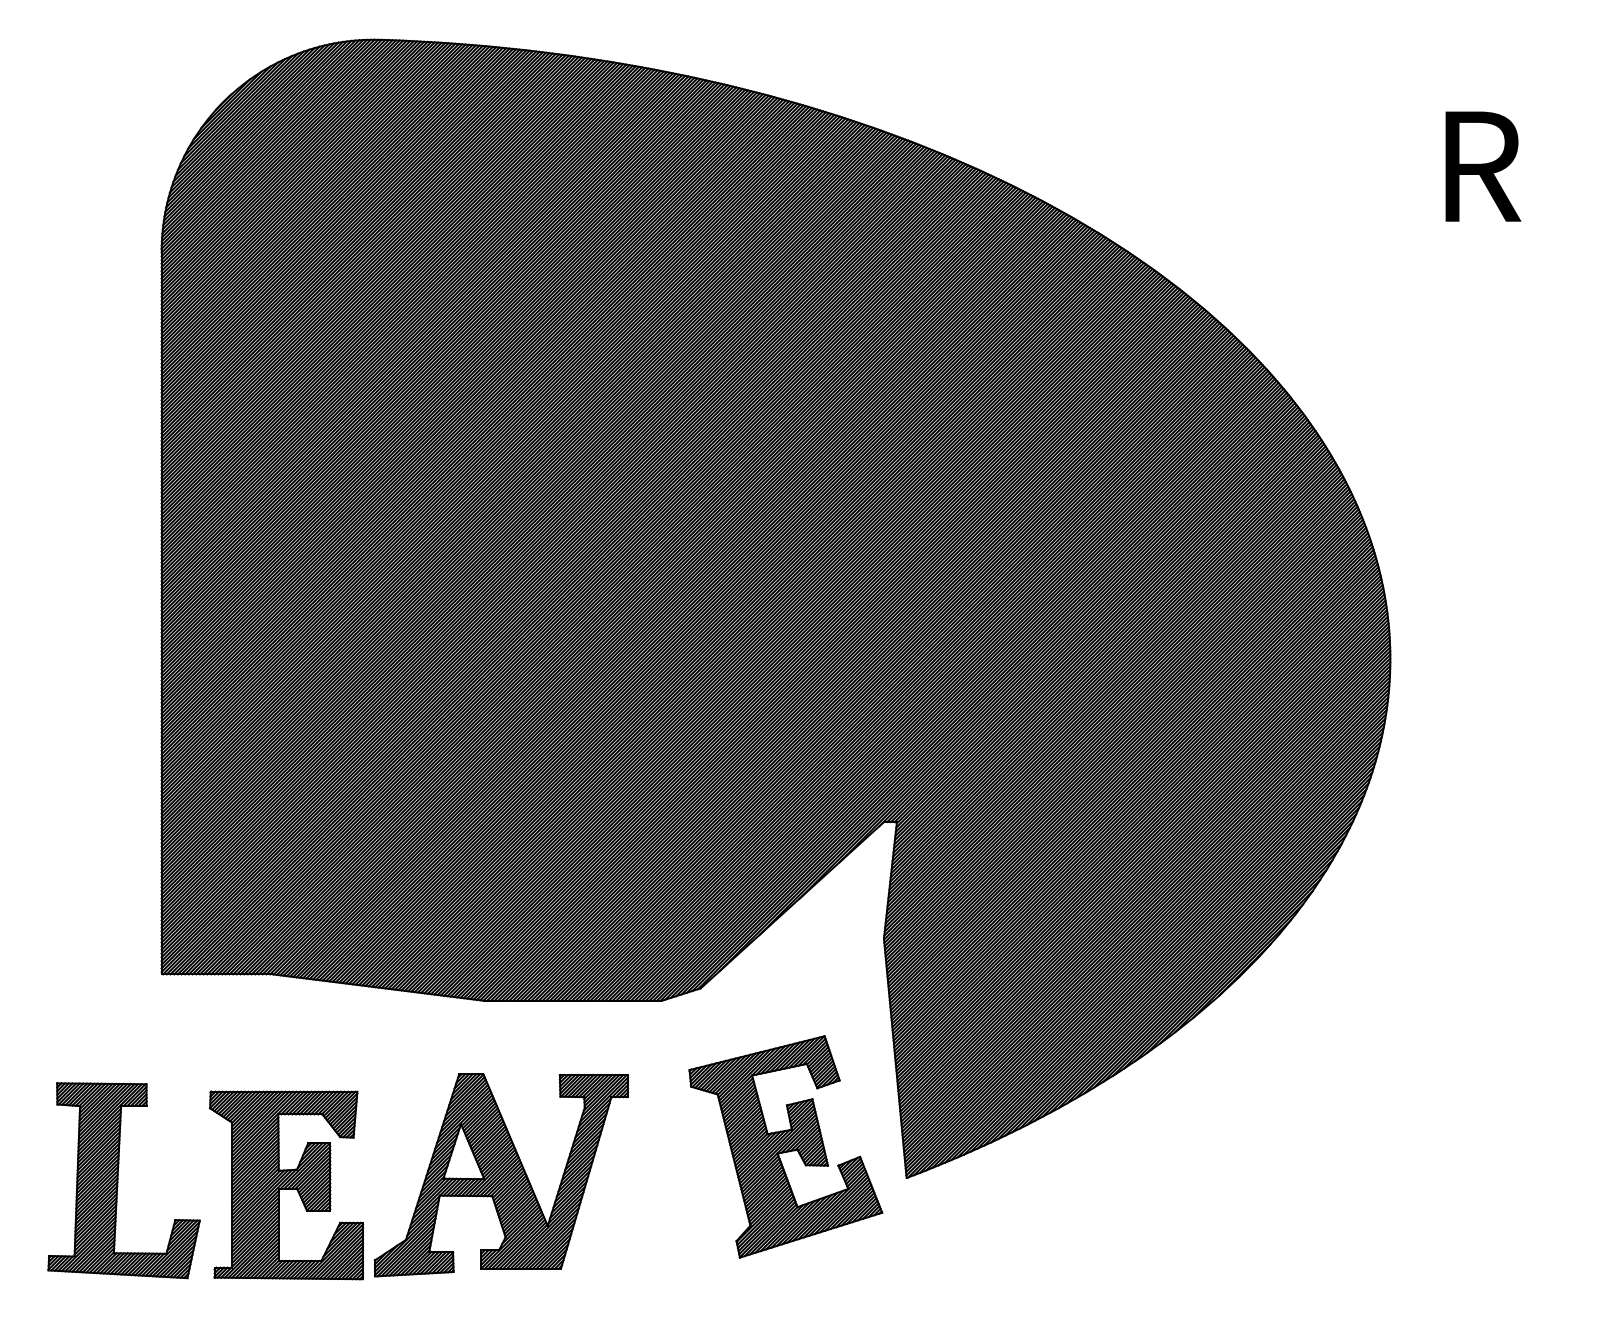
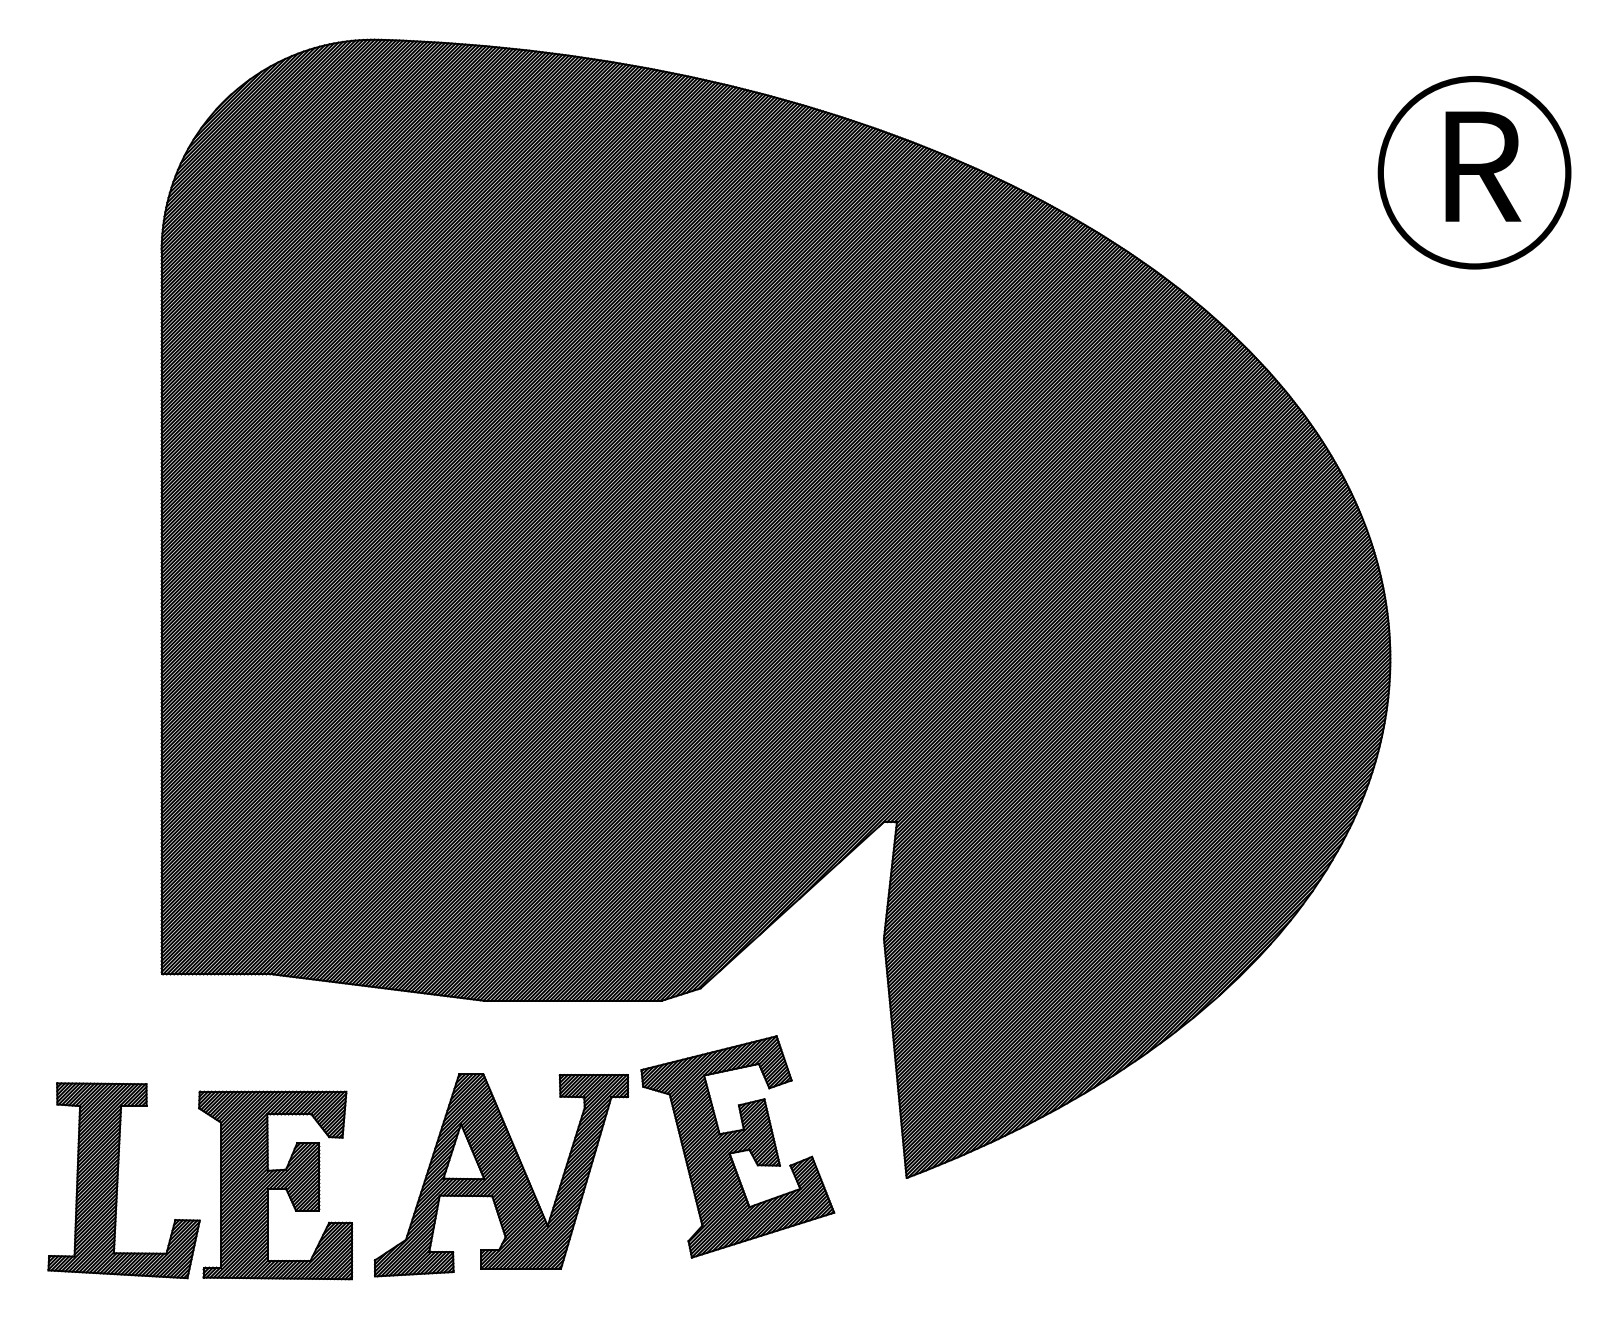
part at (1474, 172): none -> present
part at (785, 1146) position: (785, 1146) -> (737, 1146)
part at (286, 1185) position: (286, 1185) -> (275, 1185)
